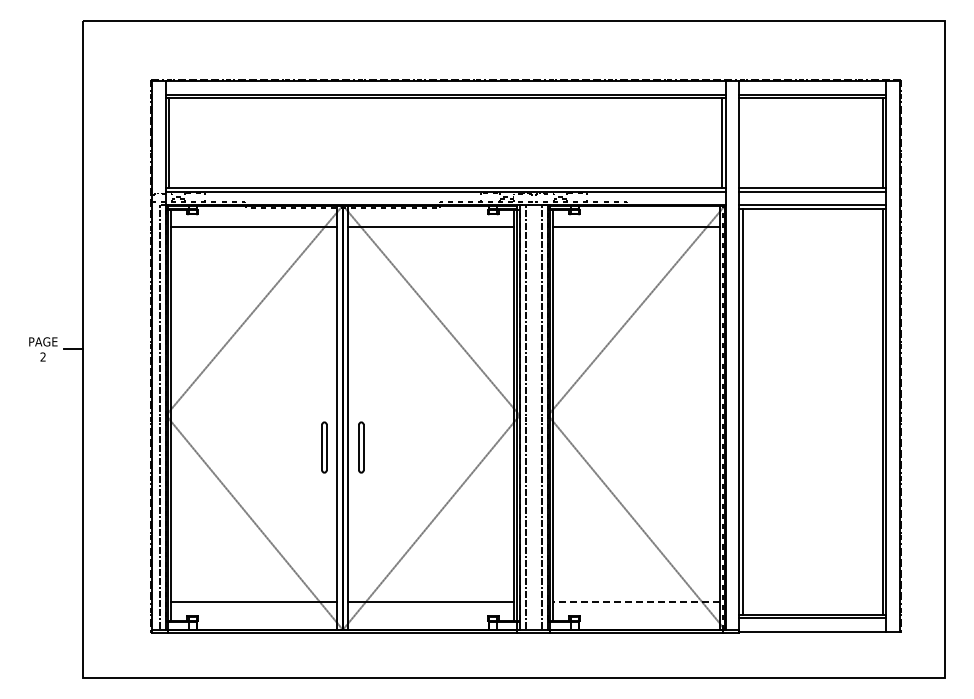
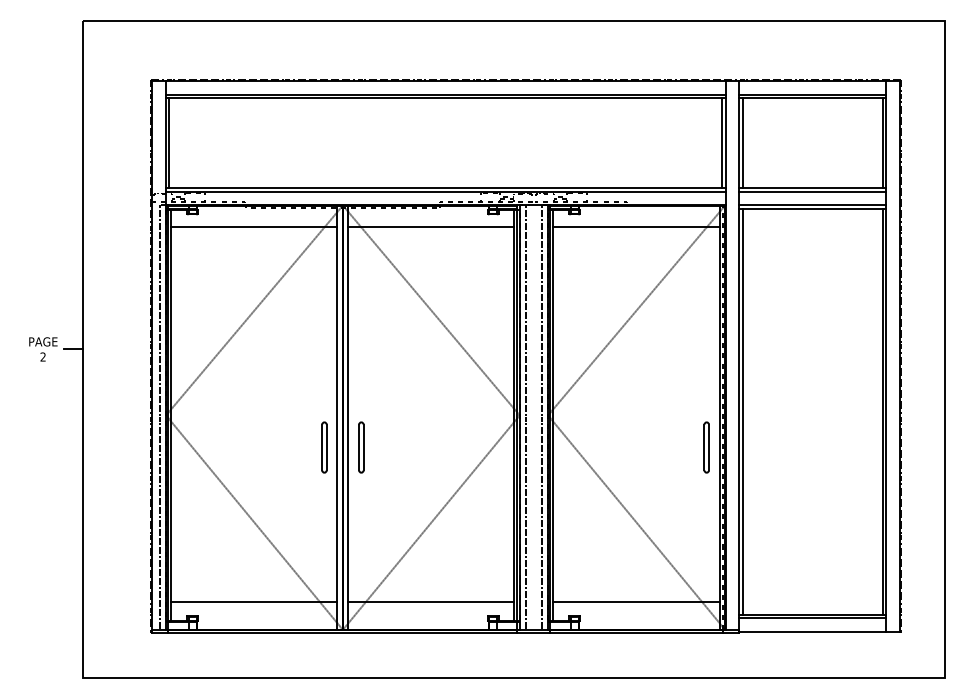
line at (742, 143): none -> present
part at (706, 447): none -> present
line at (636, 602): dashed -> solid
